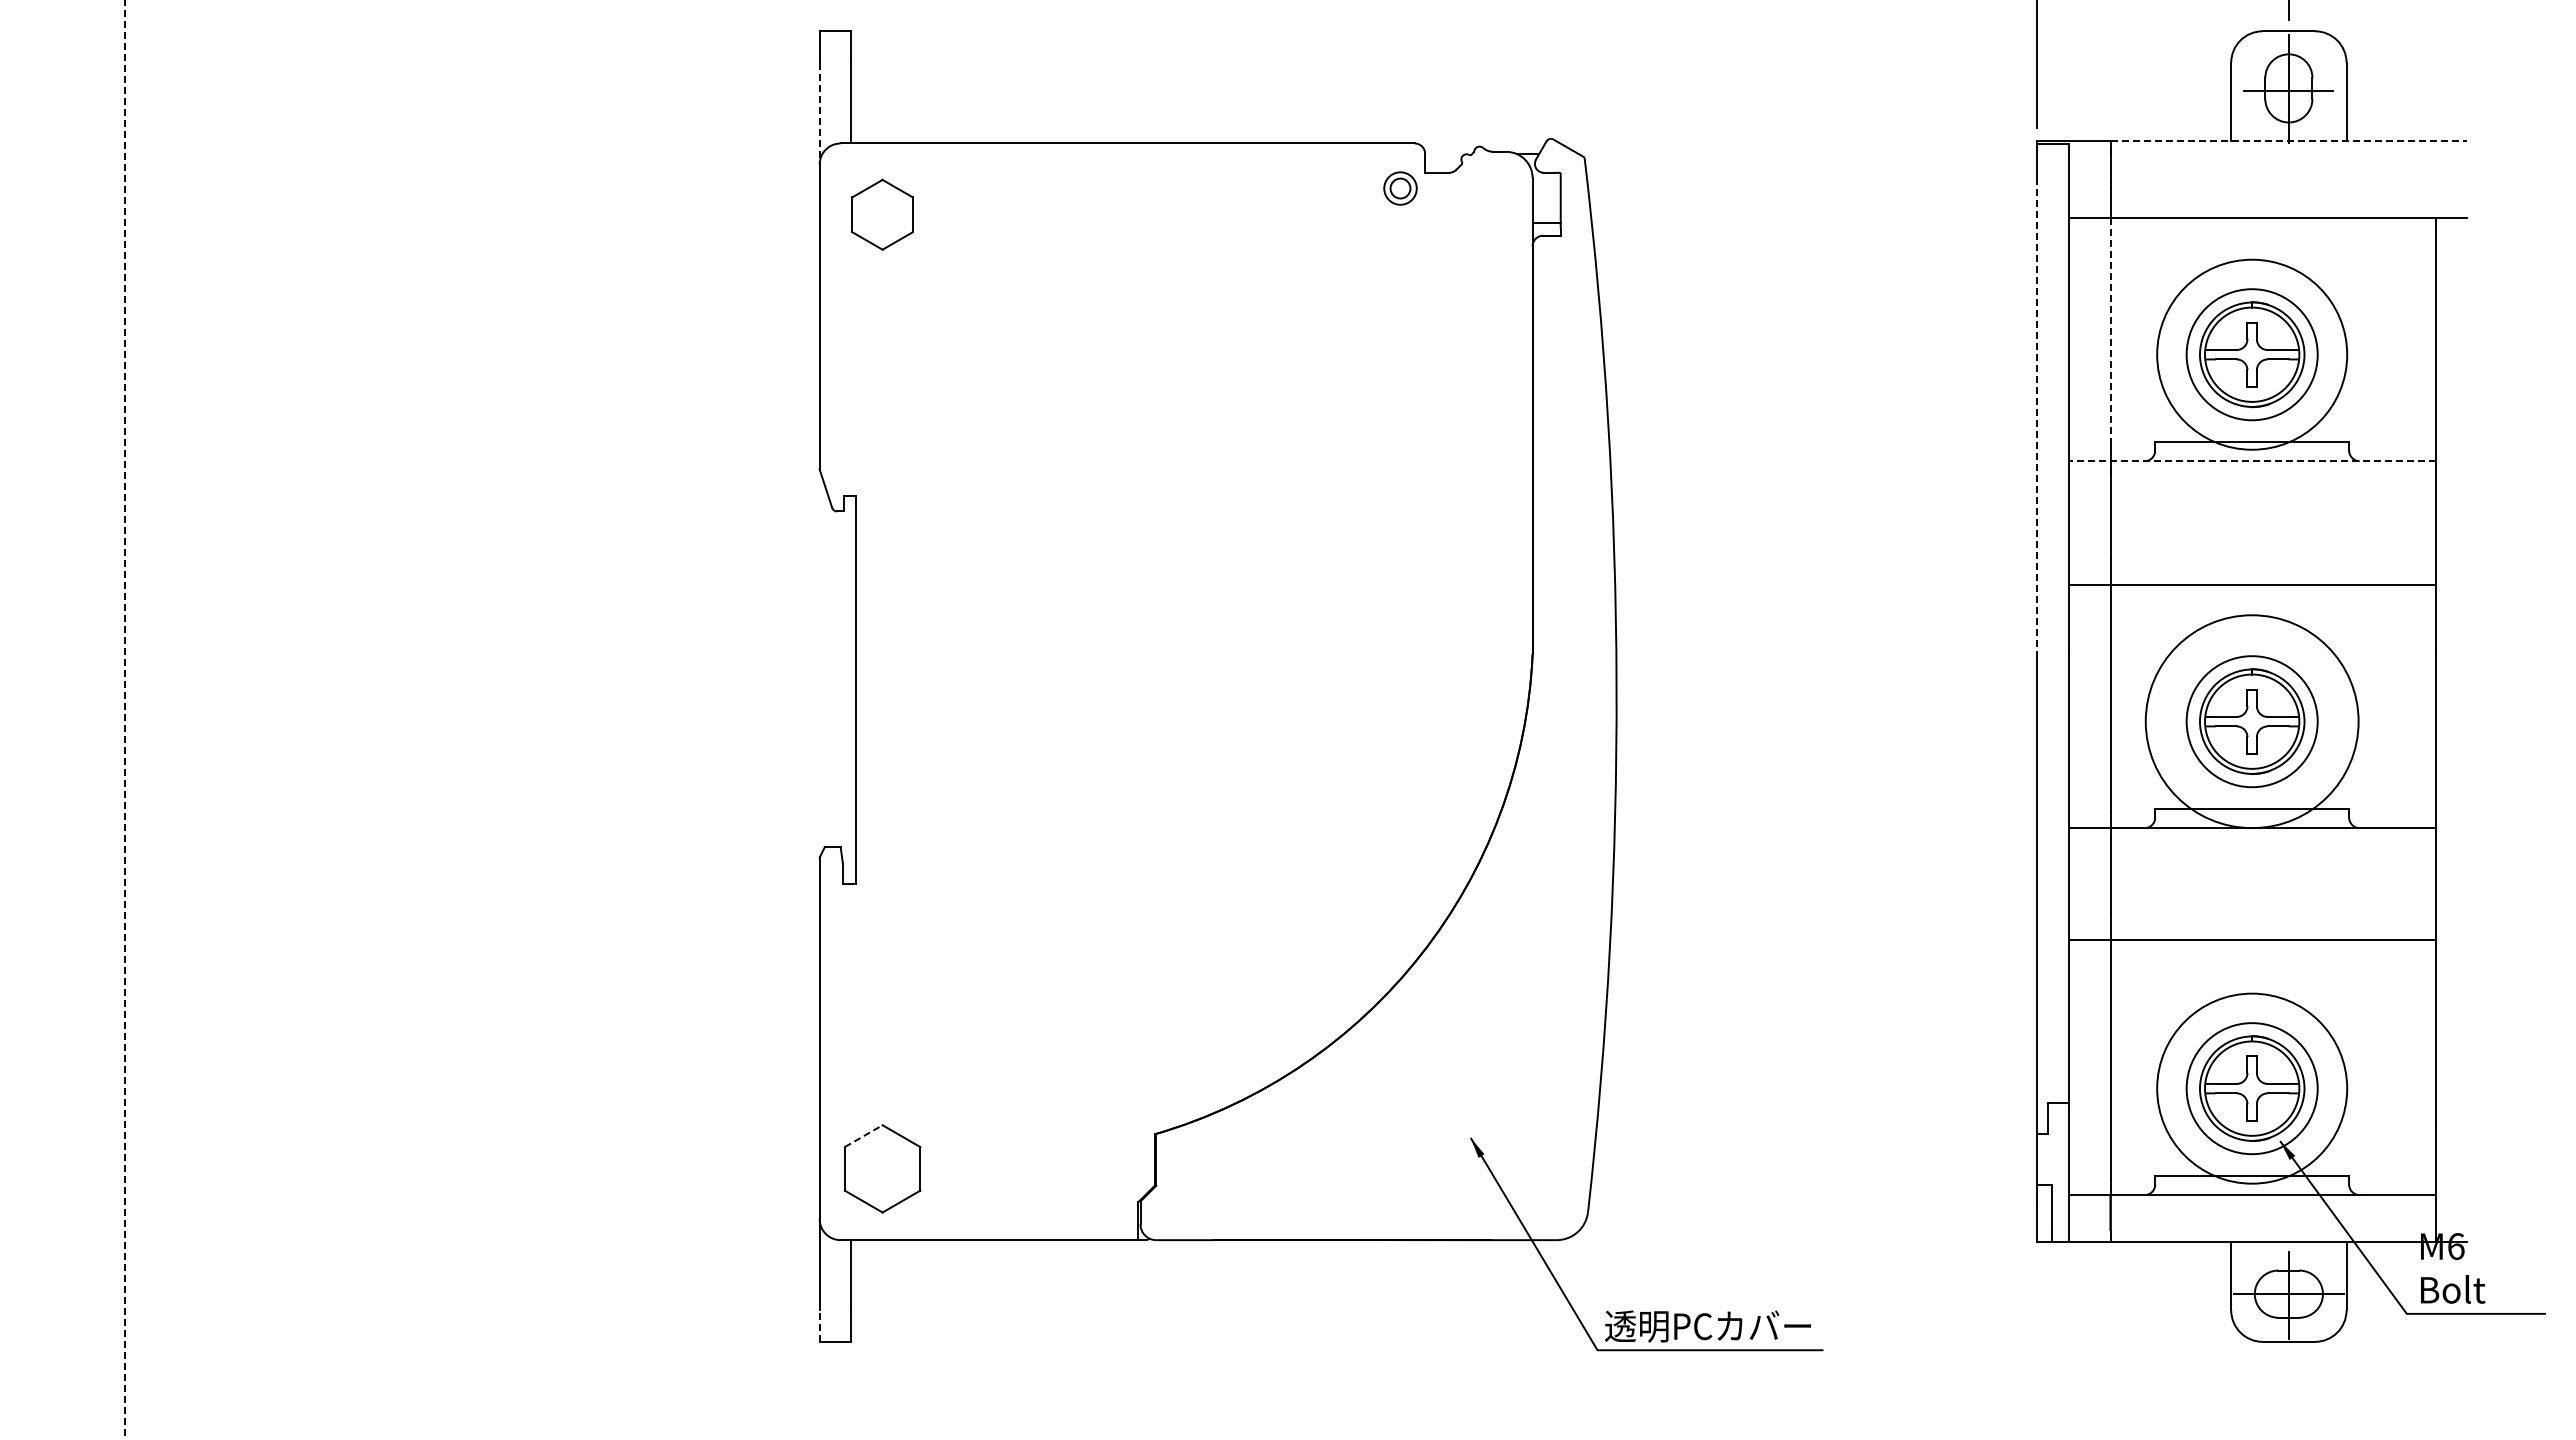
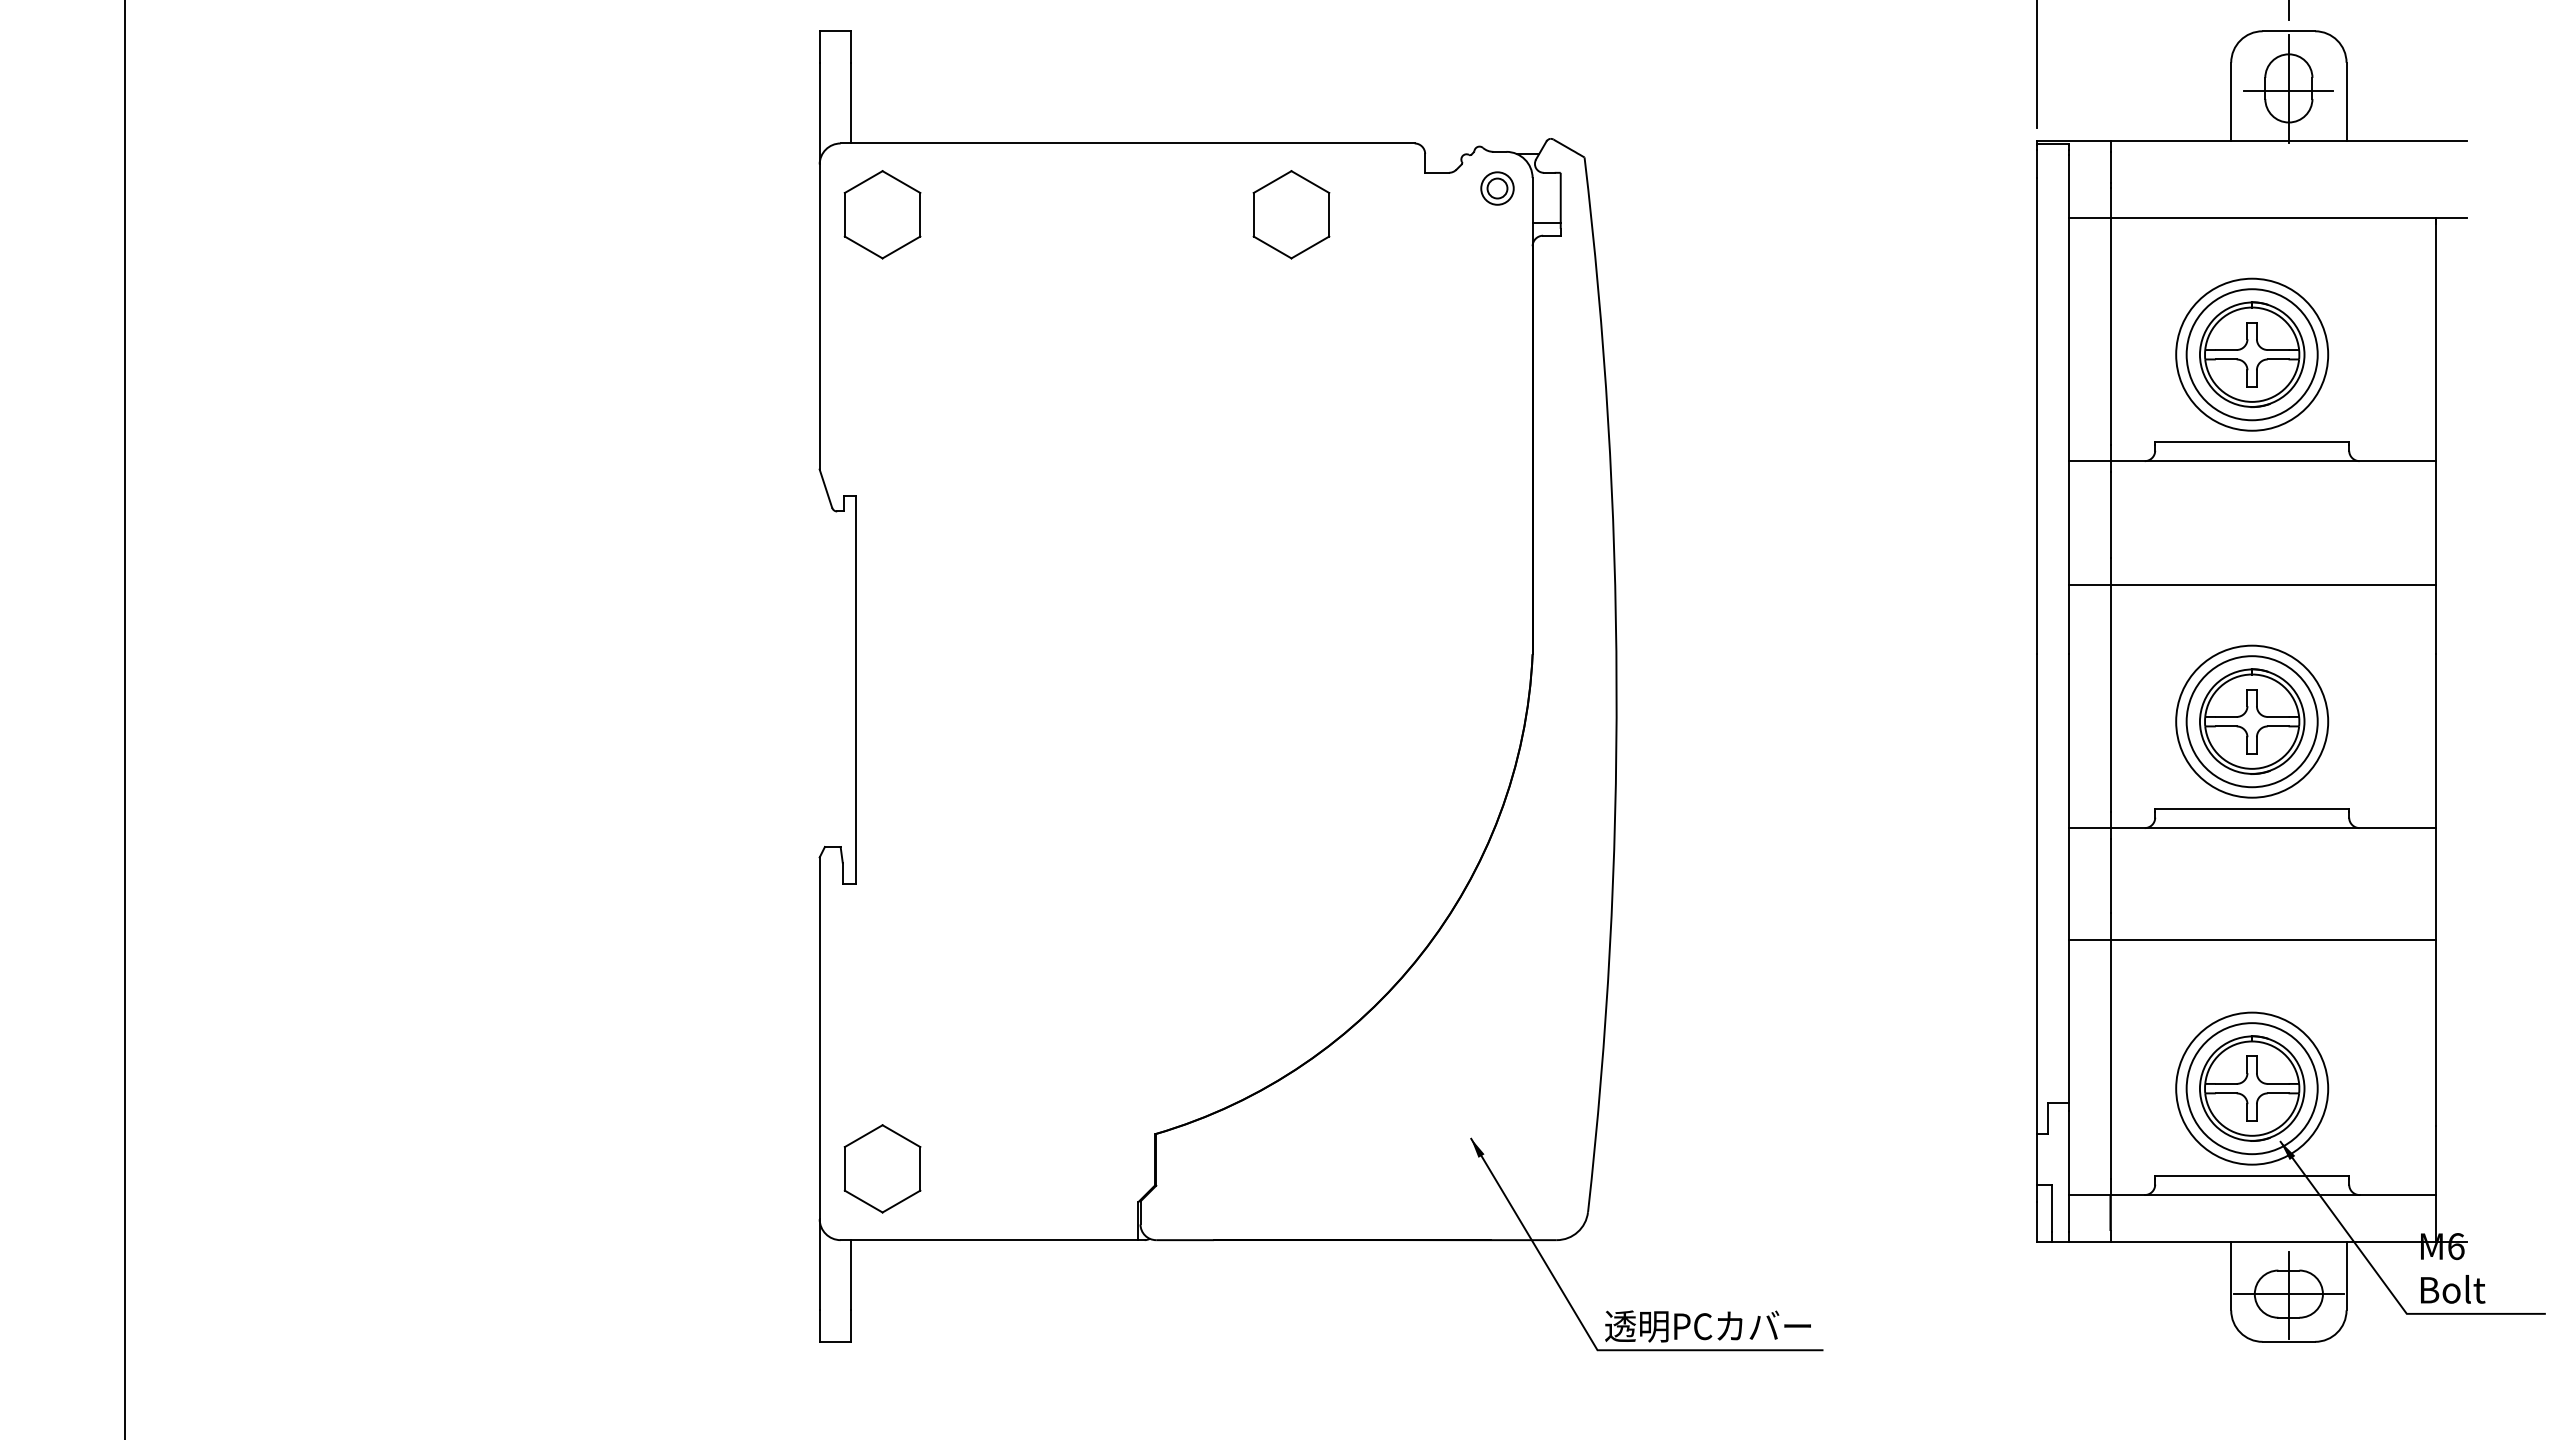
line at (819, 113): dashed -> solid
line at (2289, 141): dashed -> solid
part at (1400, 188) position: (1400, 188) -> (1497, 188)
part at (882, 214) size: 63x73 px -> 79x90 px
part at (1291, 214): none -> present
line at (2110, 331): dashed -> solid
circle at (2252, 354) diameter: 190 px -> 152 px
line at (2037, 416): dashed -> solid
line at (2251, 461): dashed -> solid
line at (124, 720): dashed -> solid
circle at (2251, 721) diameter: 213 px -> 152 px
circle at (2252, 1088) diameter: 190 px -> 152 px
line at (863, 1136): dashed -> solid
line at (819, 1326): dashed -> solid
